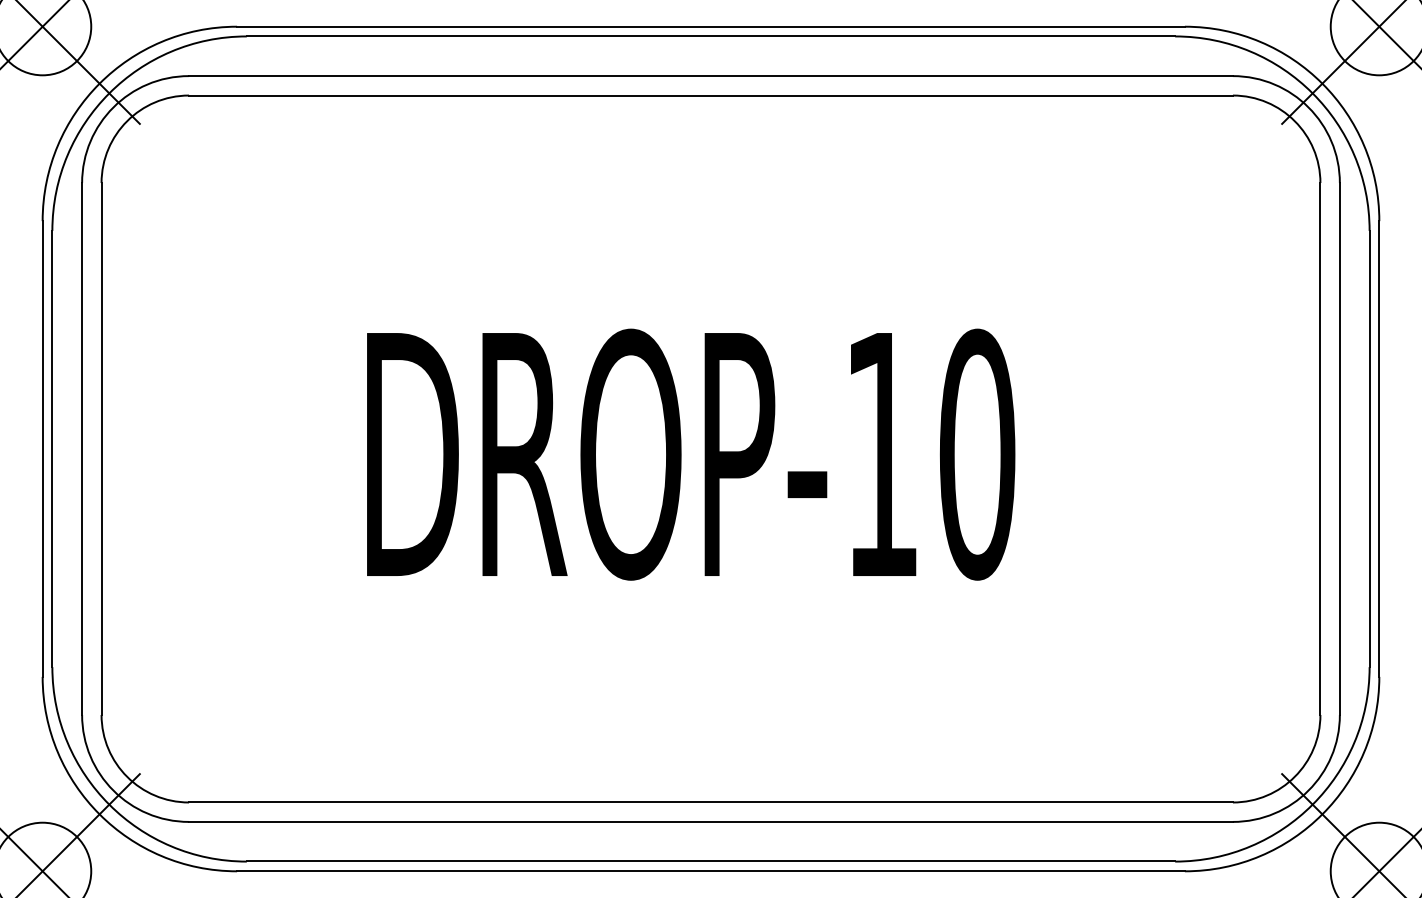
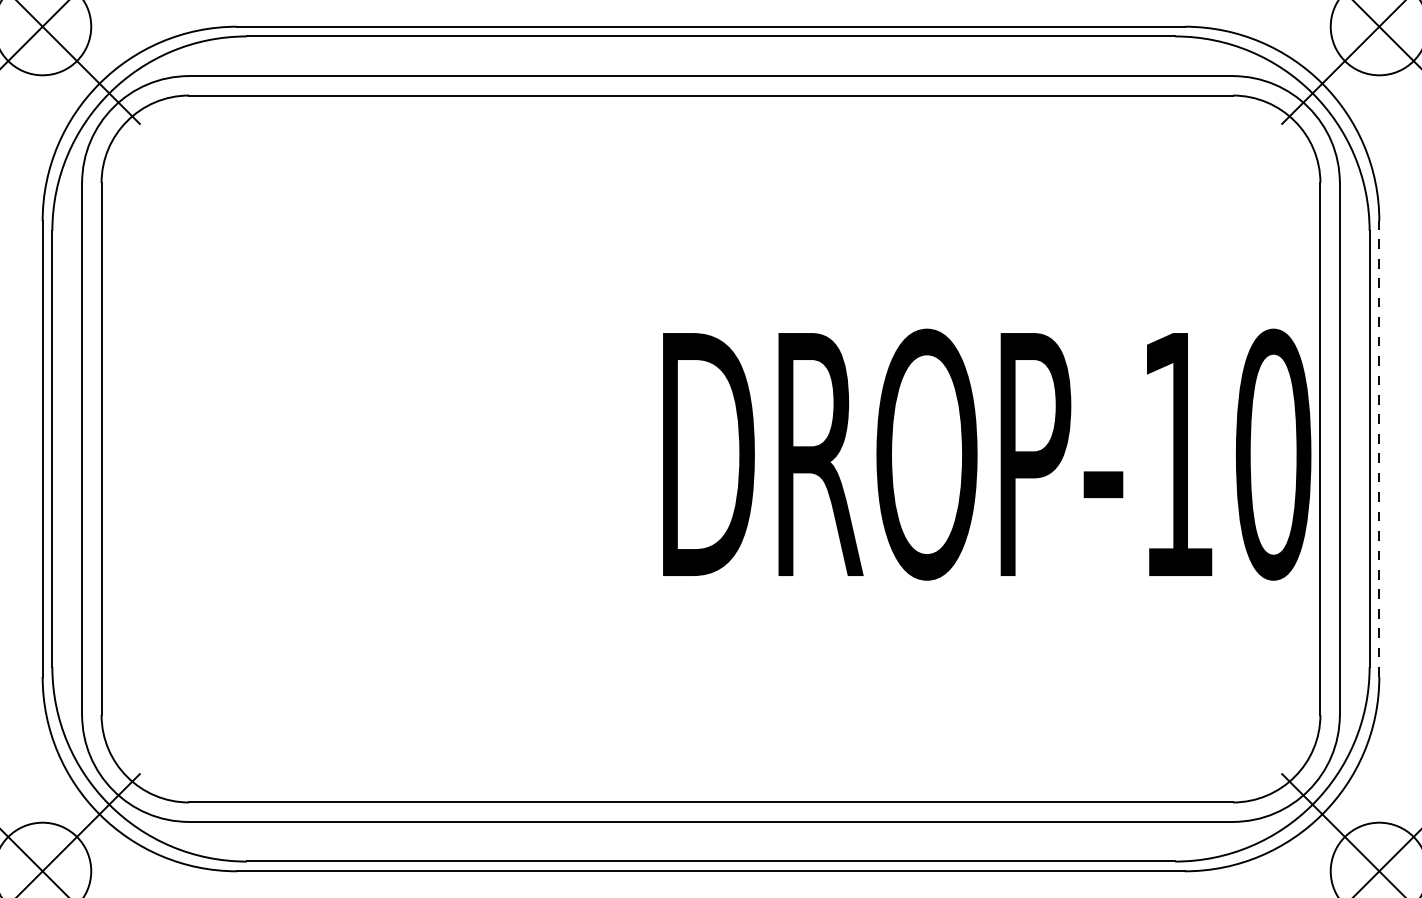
line at (1379, 449): solid -> dashed
text at (691, 454) position: (691, 454) -> (987, 454)
